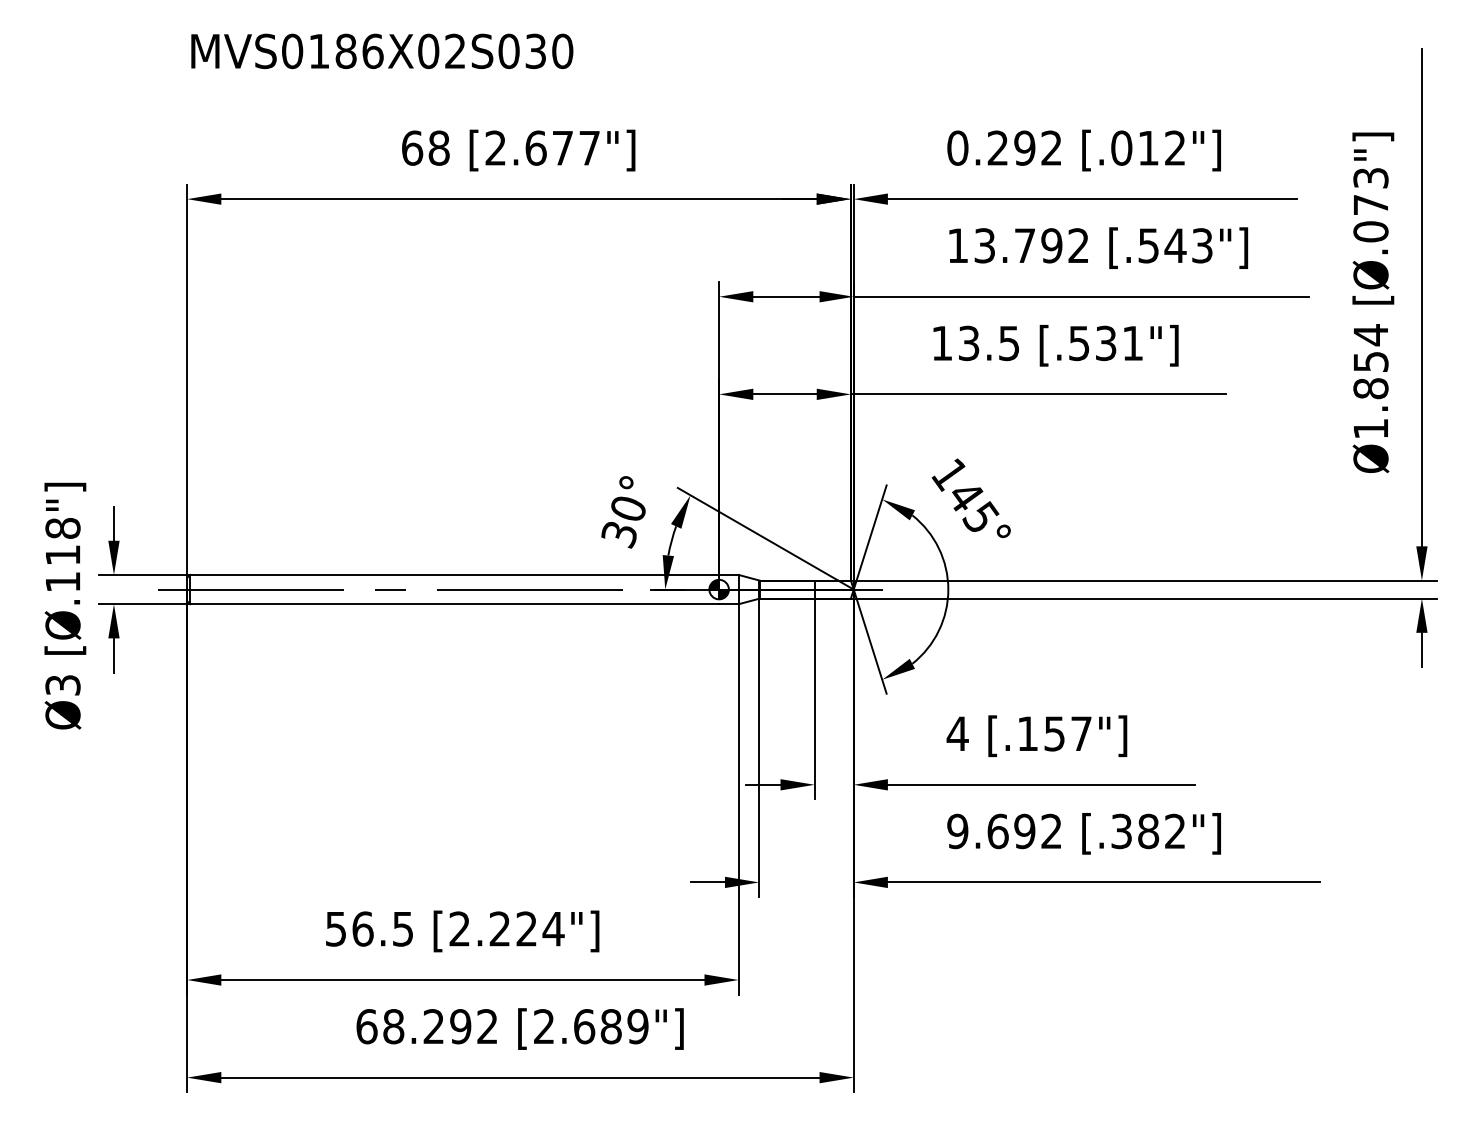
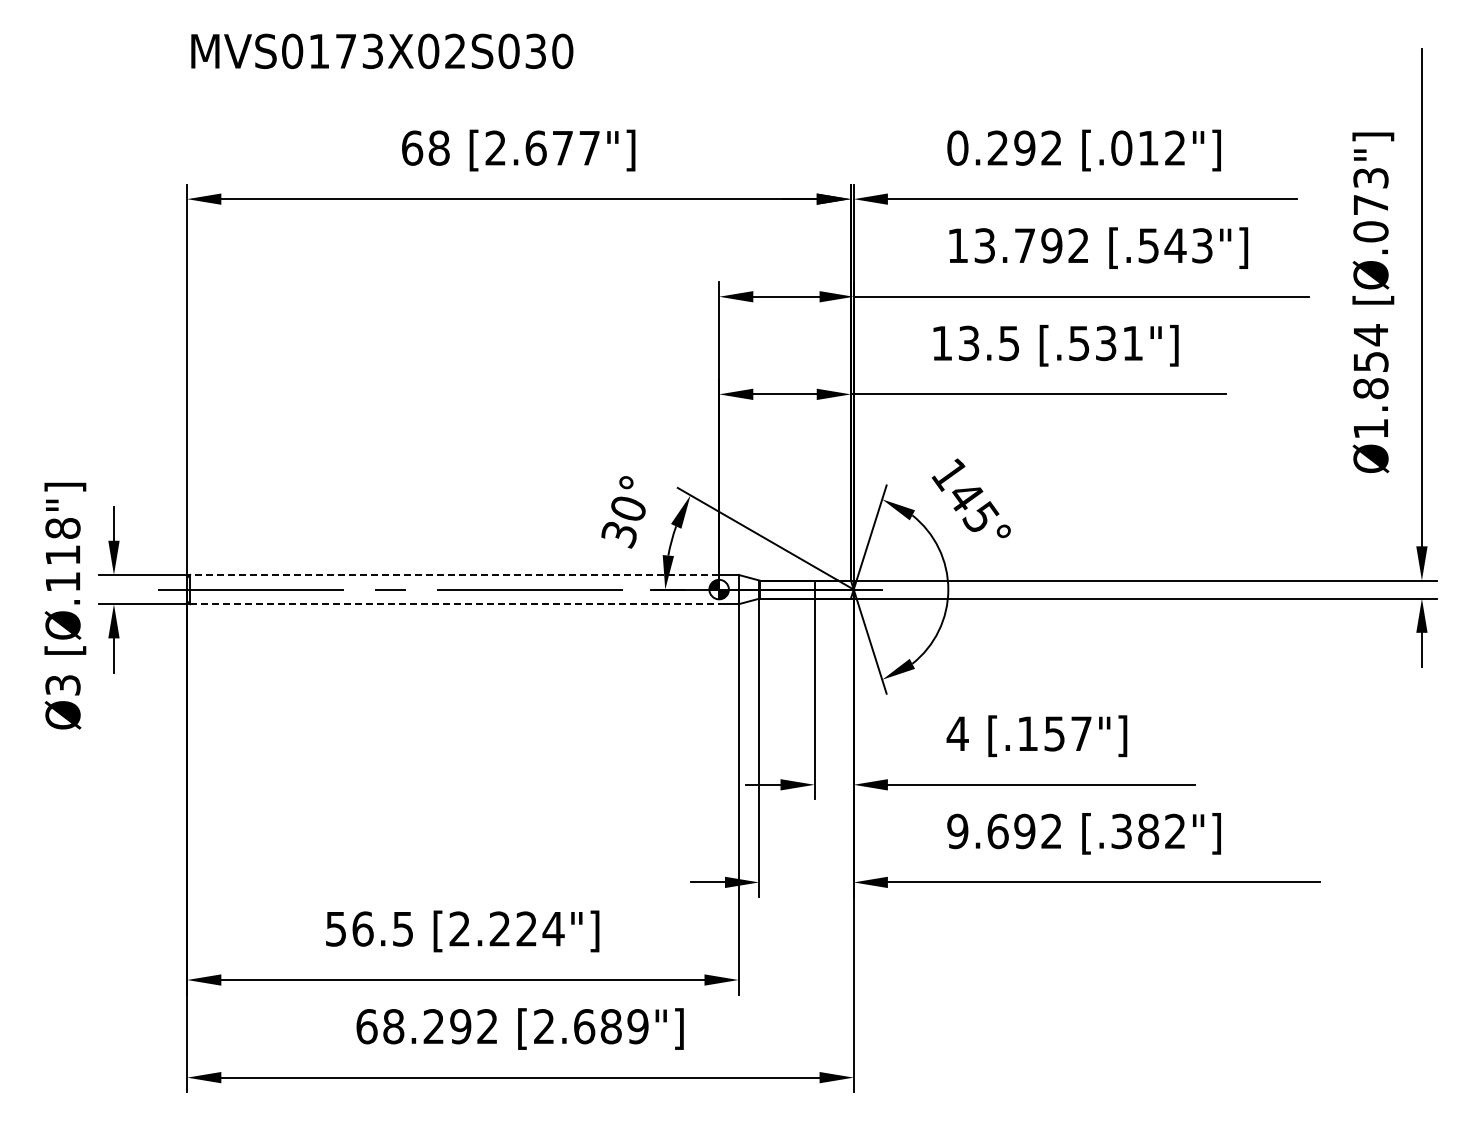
text at (359, 51): MVS0186X02S030 -> MVS0173X02S030
line at (454, 574): solid -> dashed
line at (454, 604): solid -> dashed
